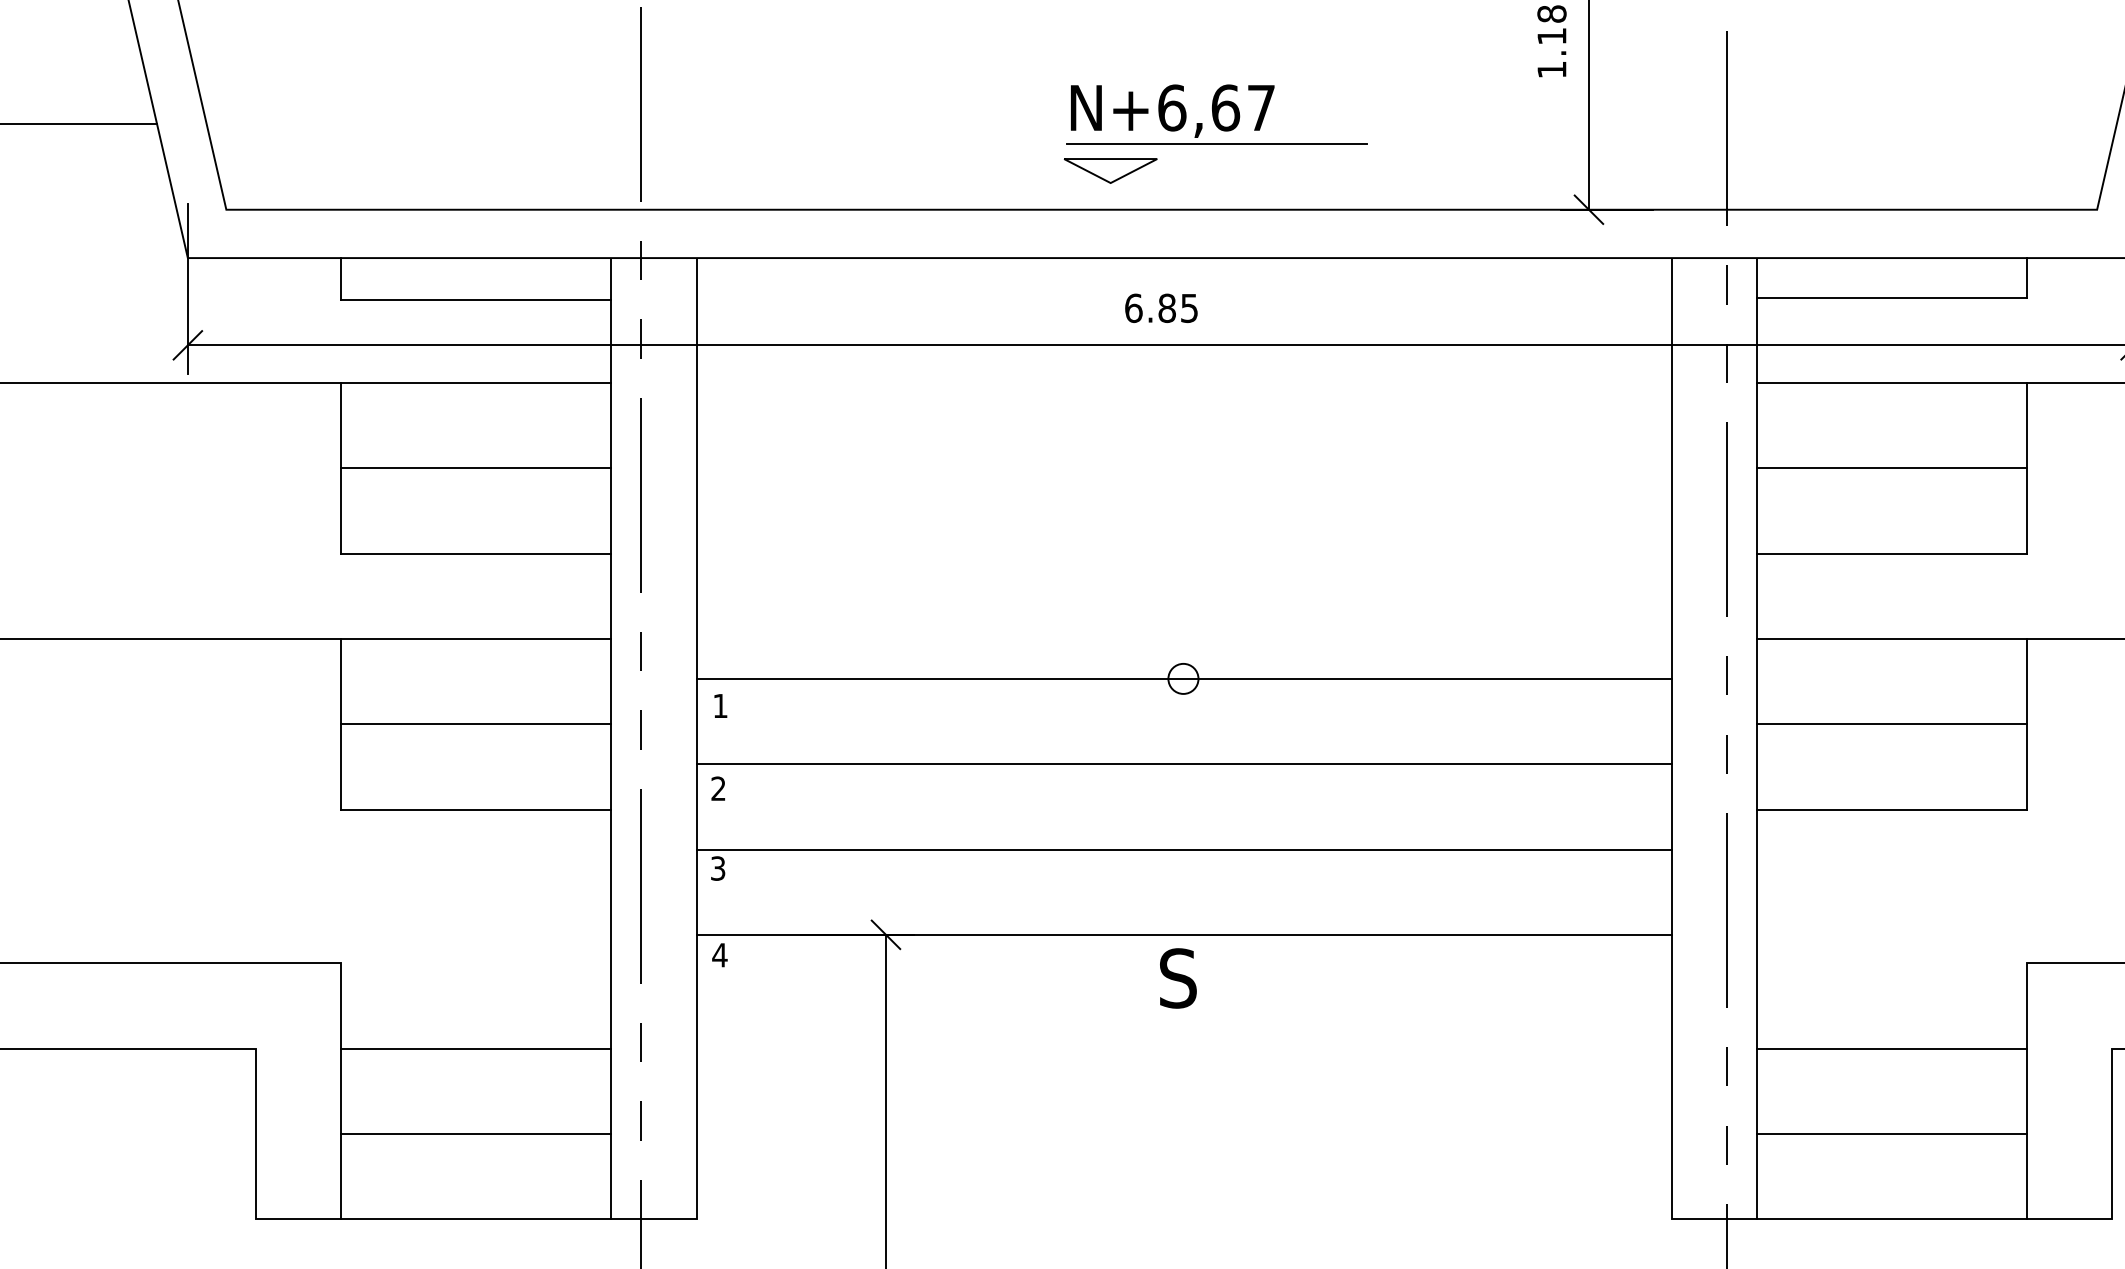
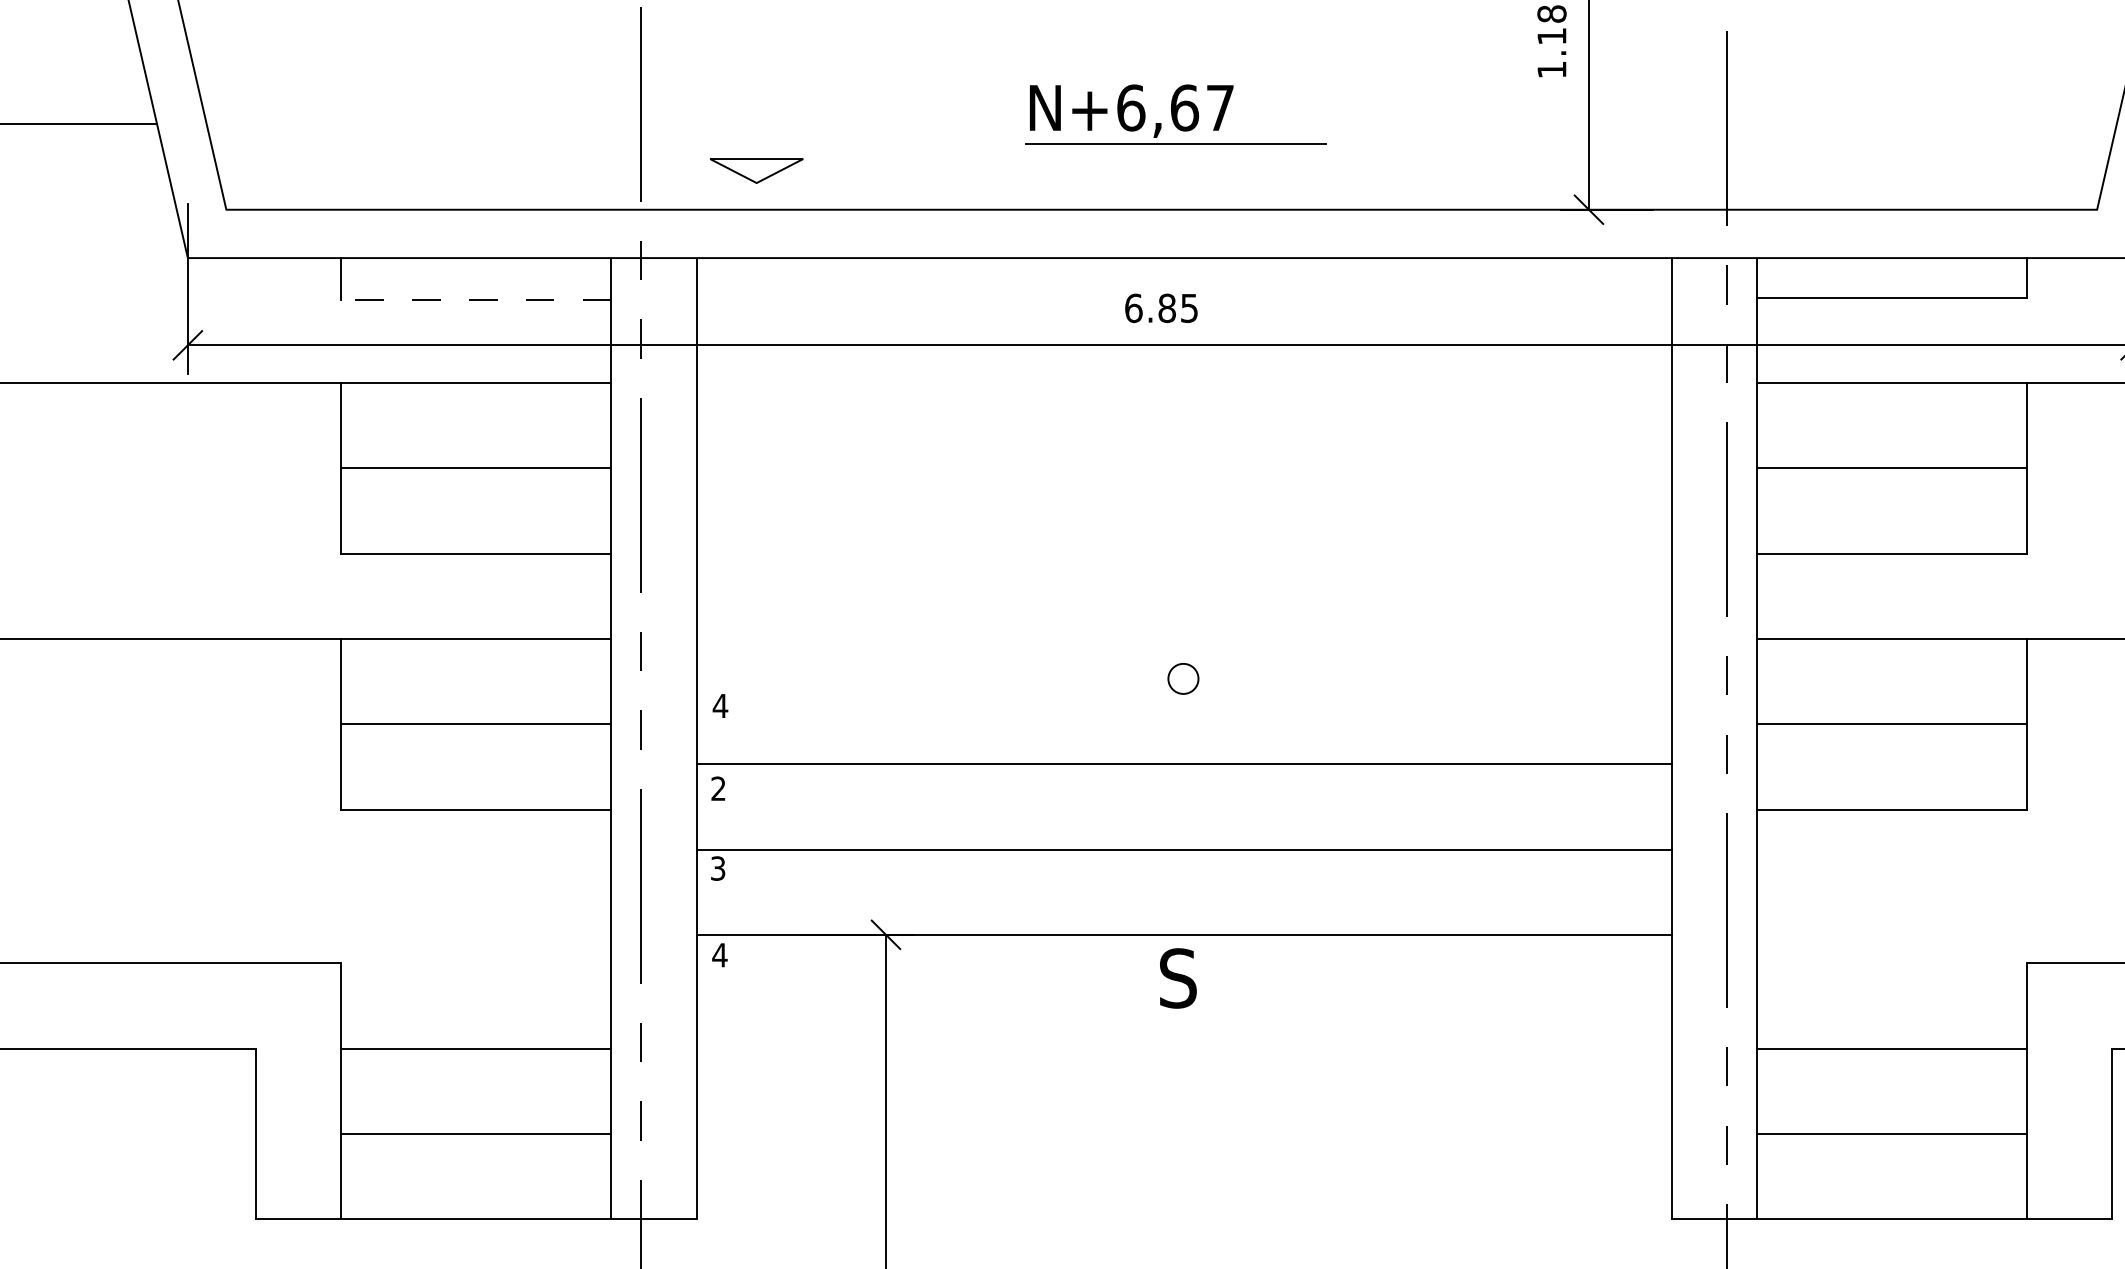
part at (1216, 114) position: (1216, 114) -> (1175, 114)
part at (1110, 170) position: (1110, 170) -> (756, 170)
line at (475, 300): solid -> dashed
line at (1183, 678): present -> none
text at (720, 705): 1 -> 4
